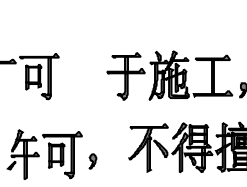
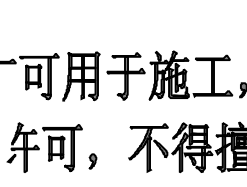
part at (81, 76): none -> present
part at (44, 154) position: (44, 154) -> (44, 147)
